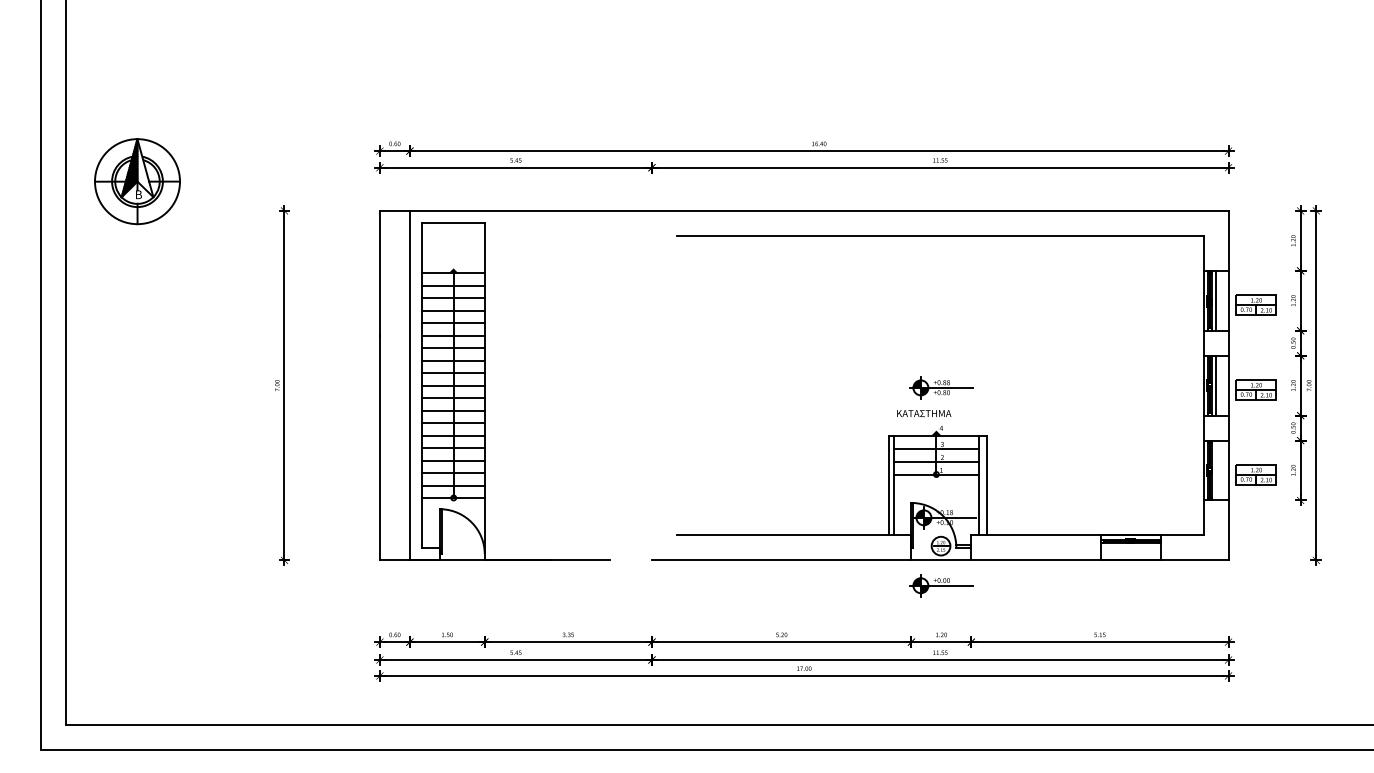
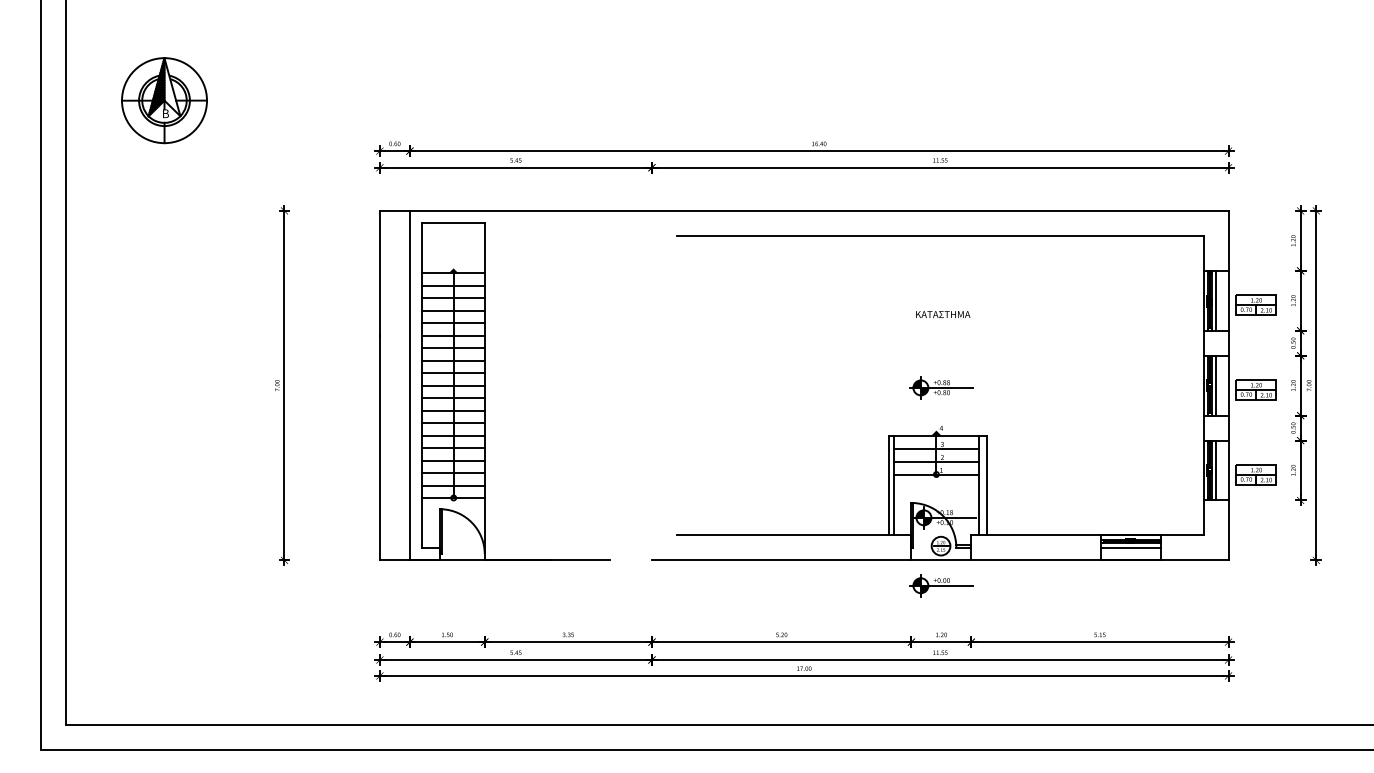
part at (137, 181) position: (137, 181) -> (164, 100)
text at (924, 413) position: (924, 413) -> (943, 314)
line at (1216, 470): none -> present
line at (1131, 547): none -> present
